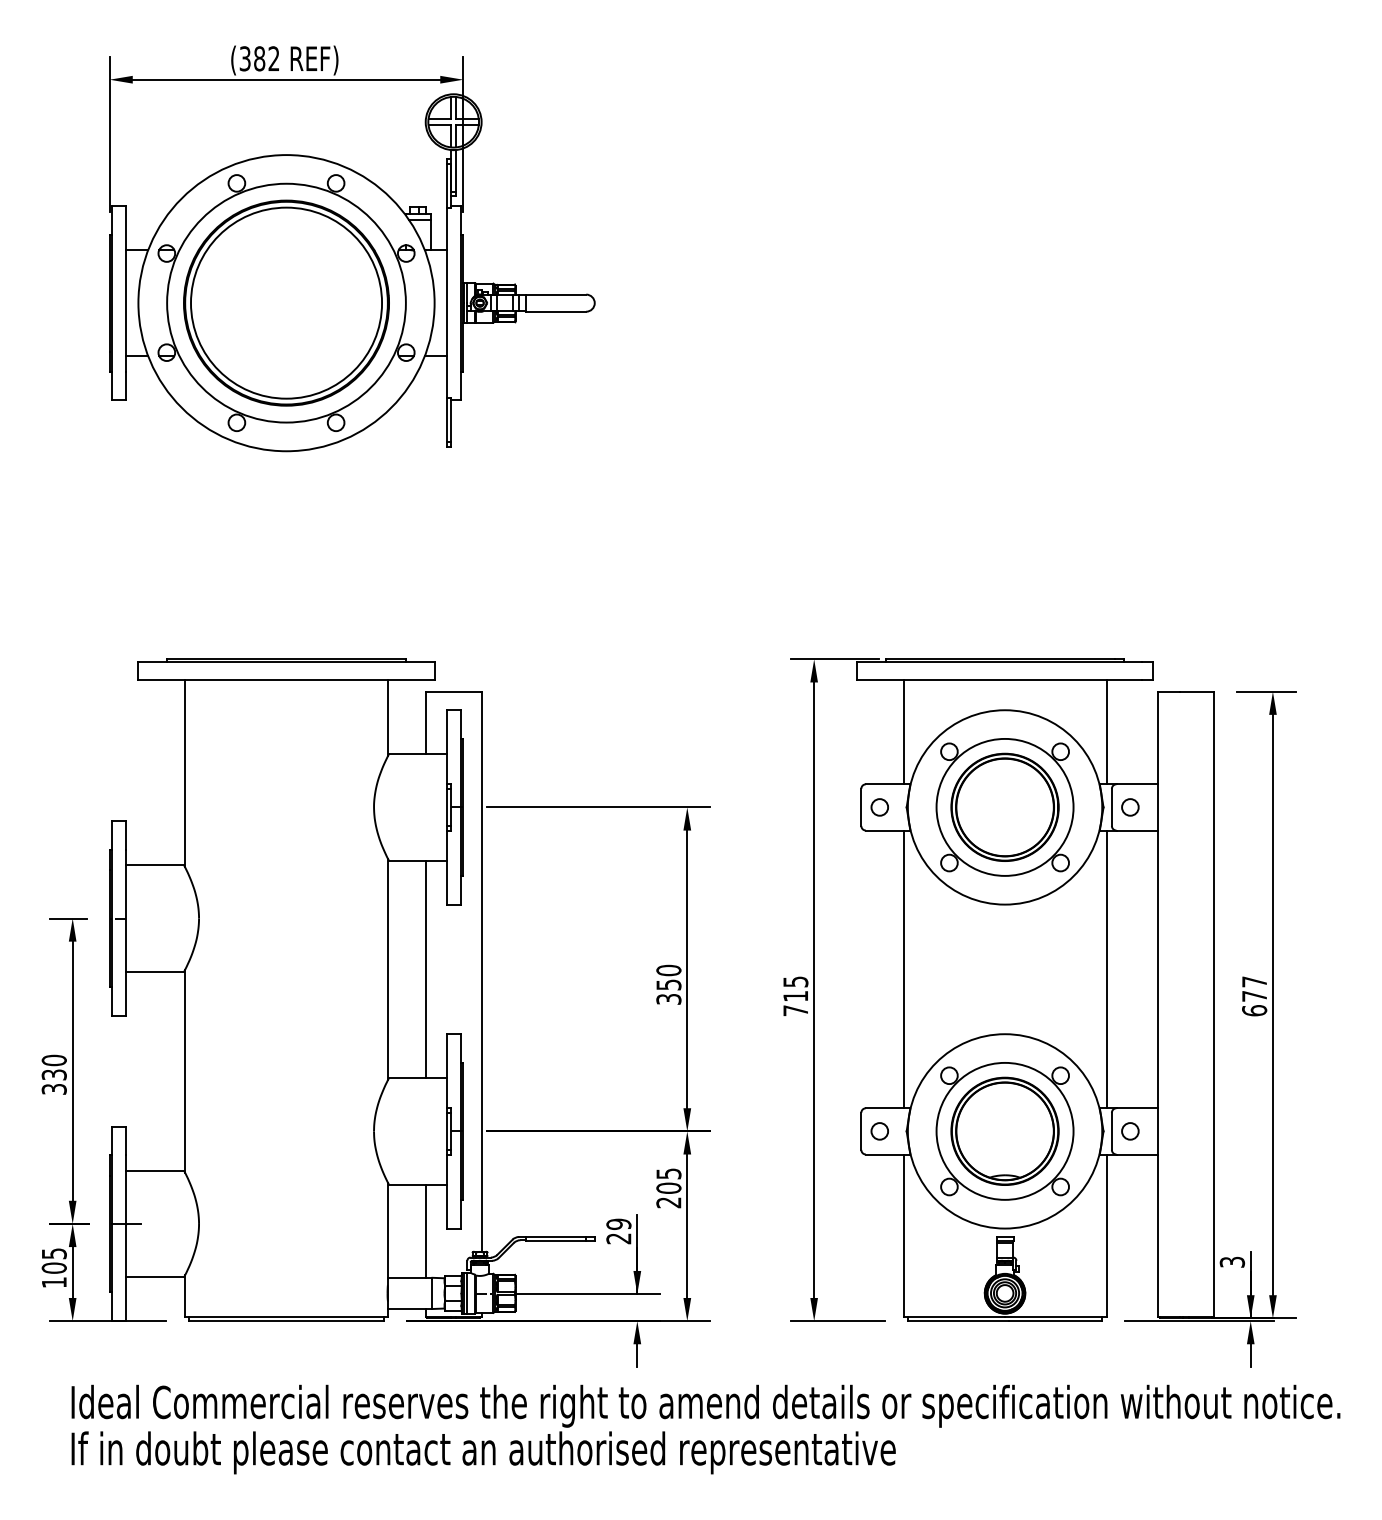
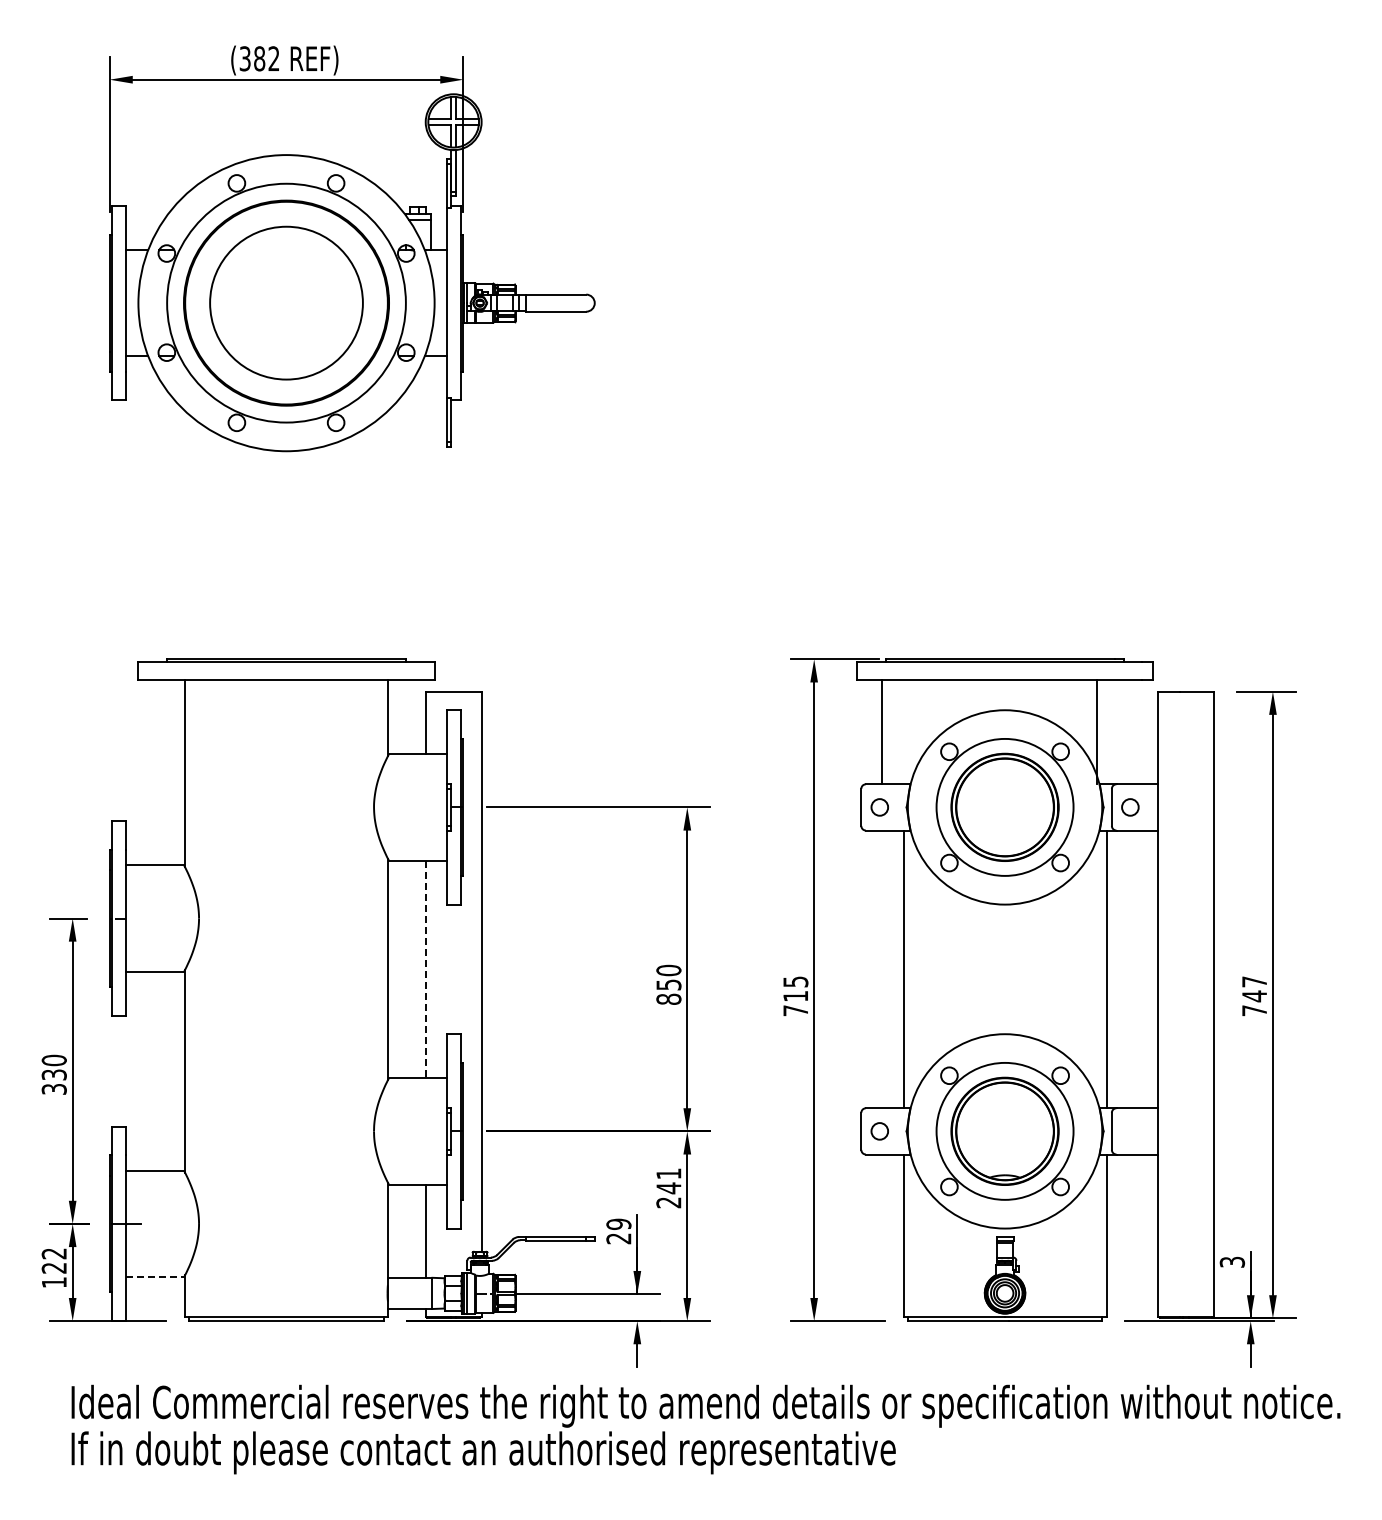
circle at (286, 302) diameter: 191 px -> 153 px
line at (903, 731) position: (903, 731) -> (881, 731)
line at (1106, 731) position: (1106, 731) -> (1096, 731)
line at (425, 969): solid -> dashed
text at (668, 998): 350 -> 850
text at (1254, 1003): 677 -> 747
circle at (1130, 1131): present -> none
text at (668, 1181): 205 -> 241
text at (53, 1260): 105 -> 122
line at (155, 1277): solid -> dashed
